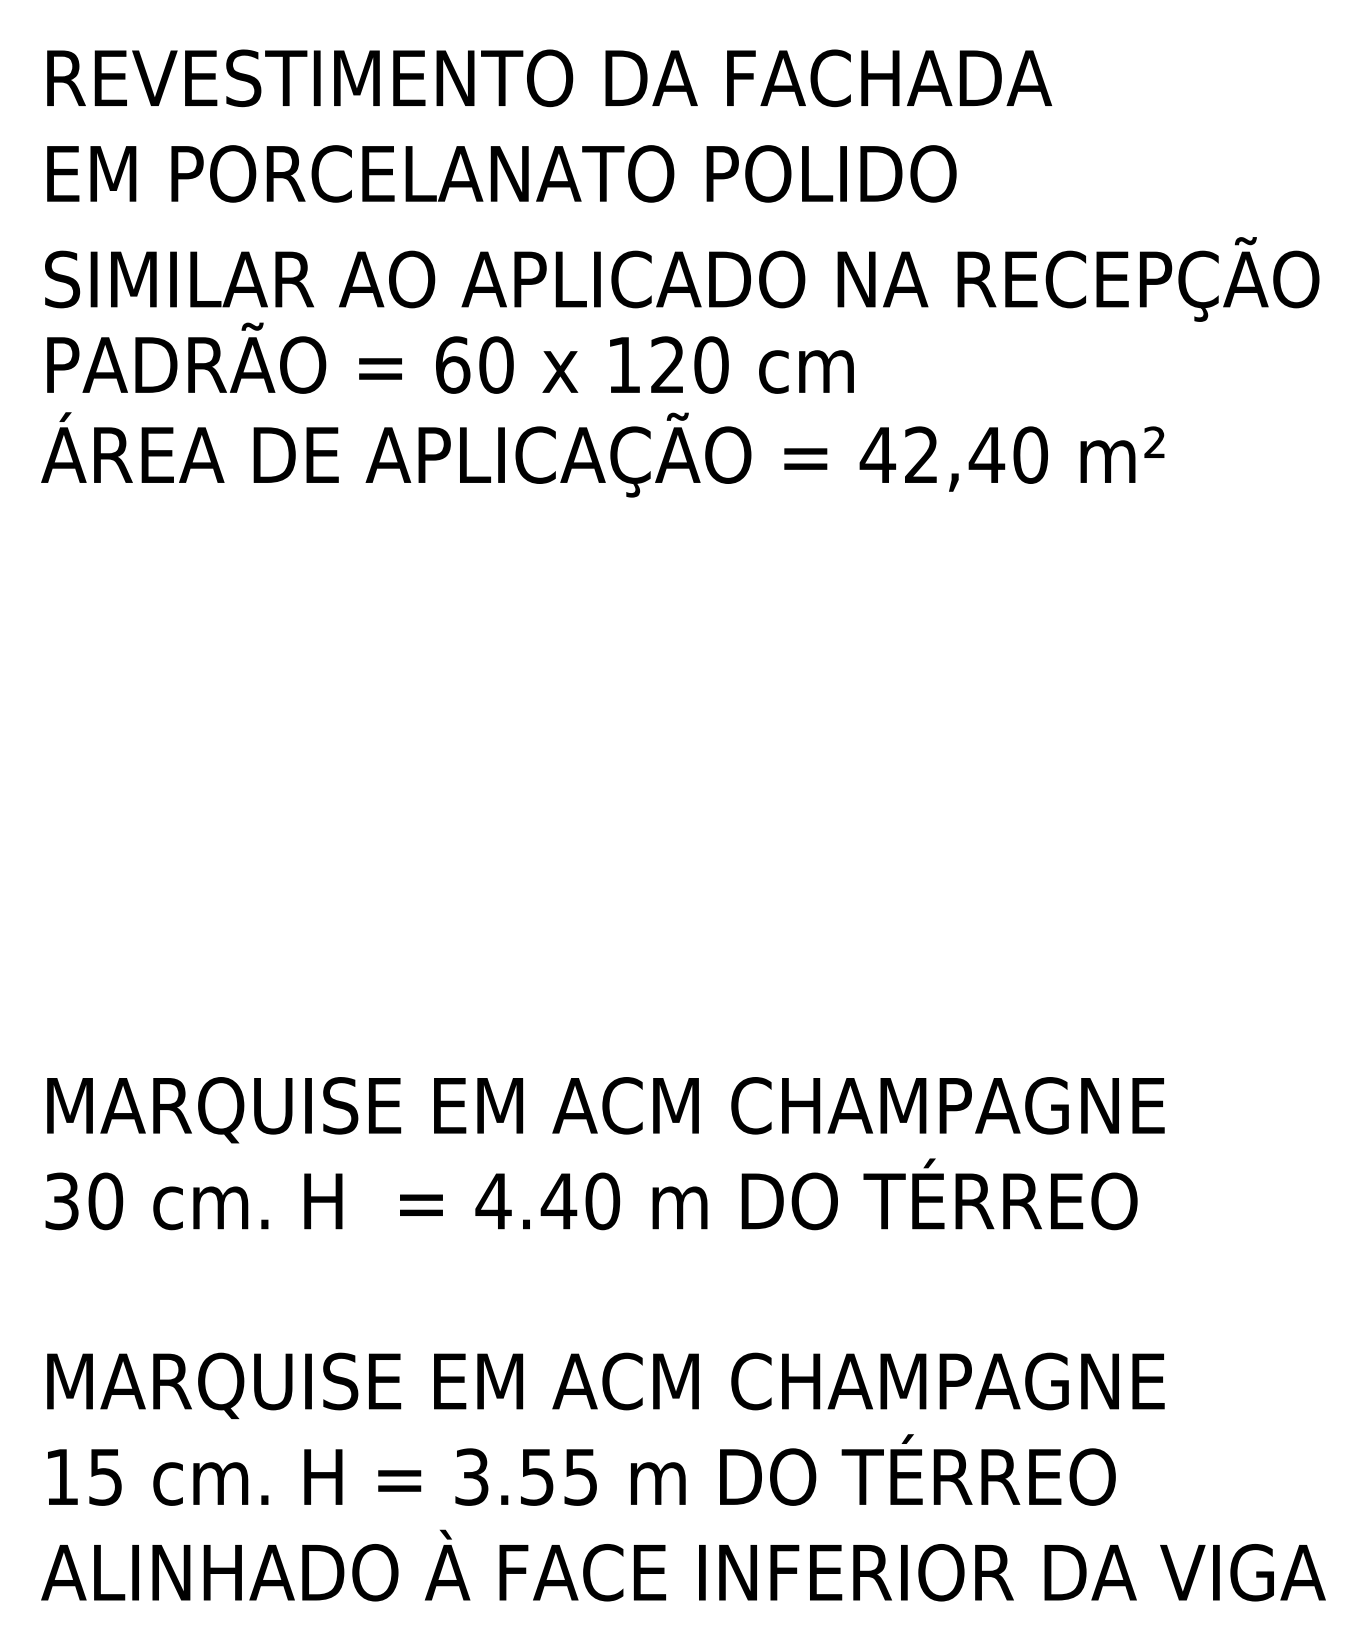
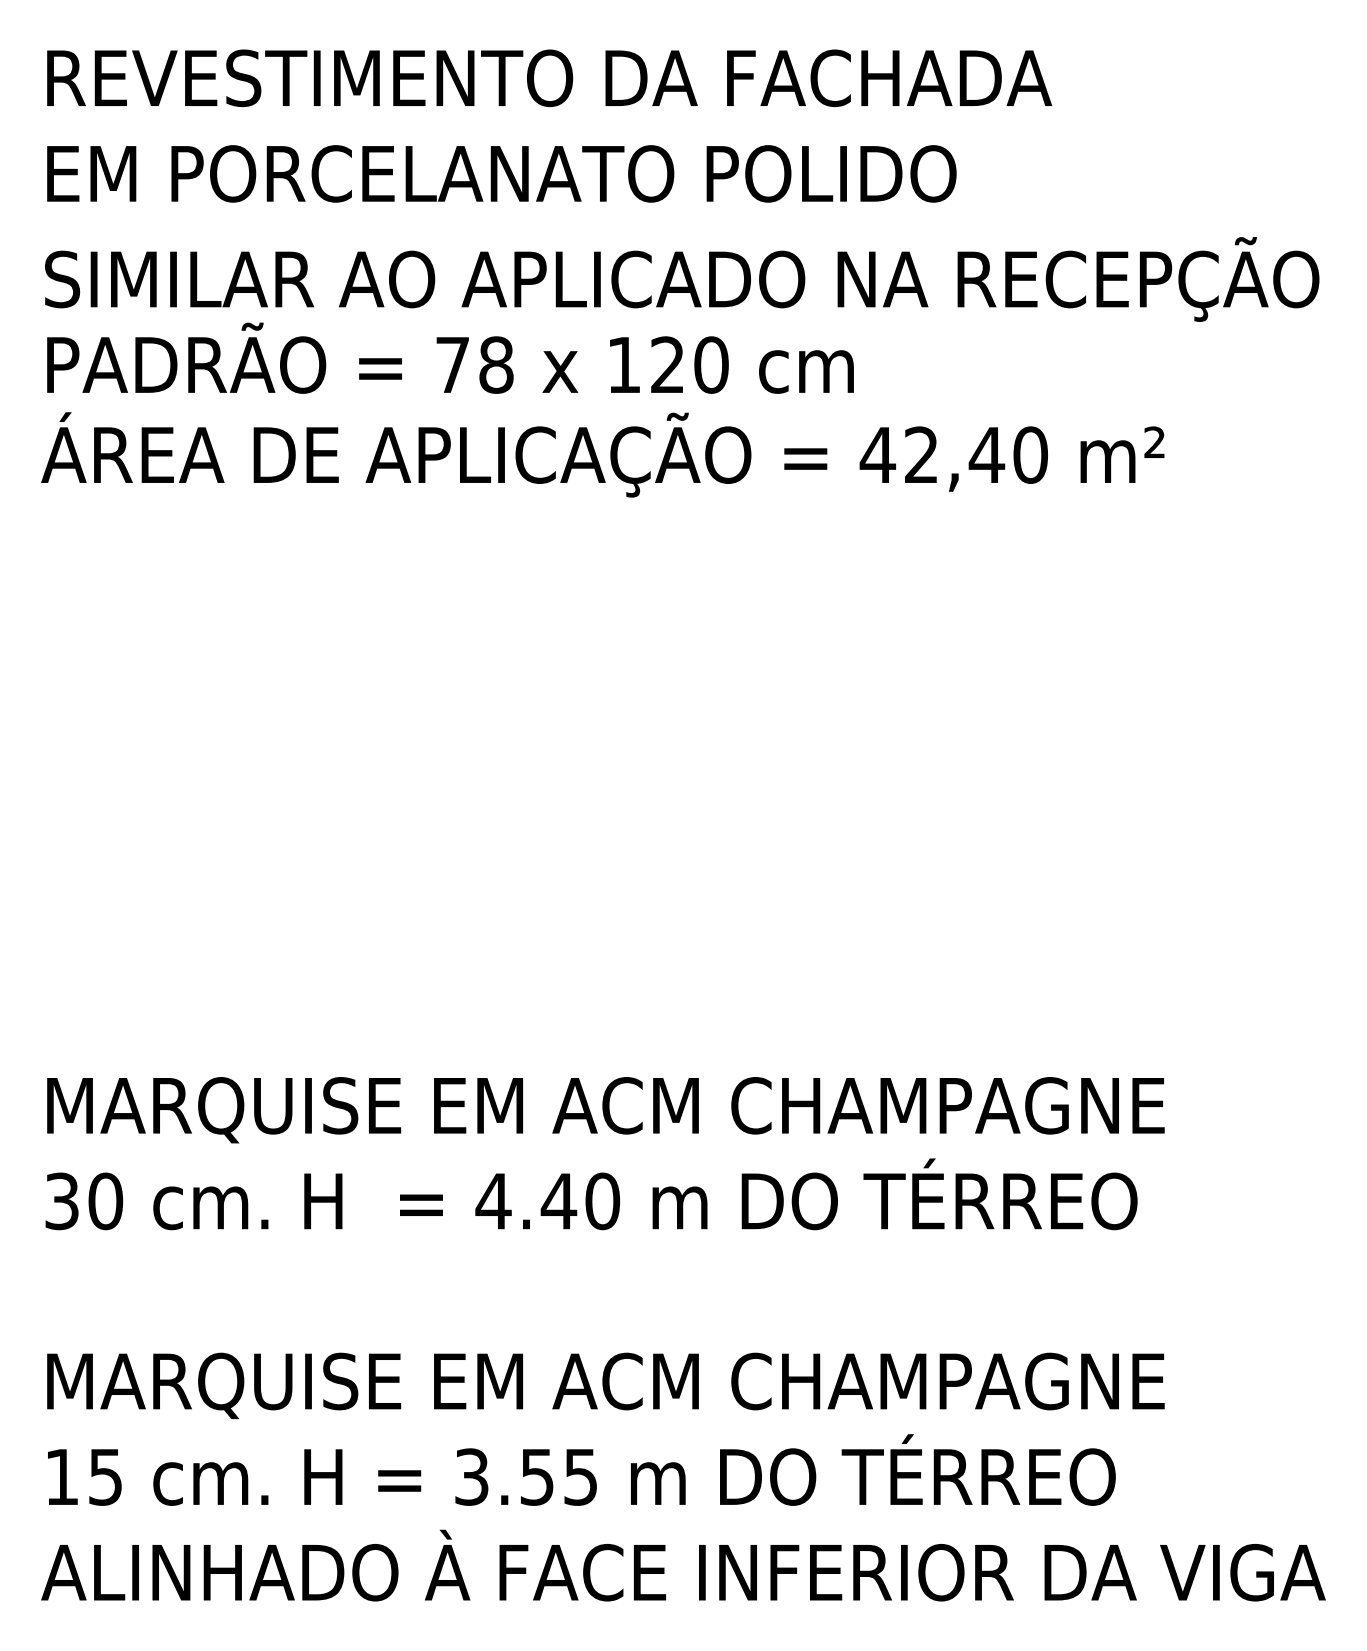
text at (474, 364): 60 -> 78
